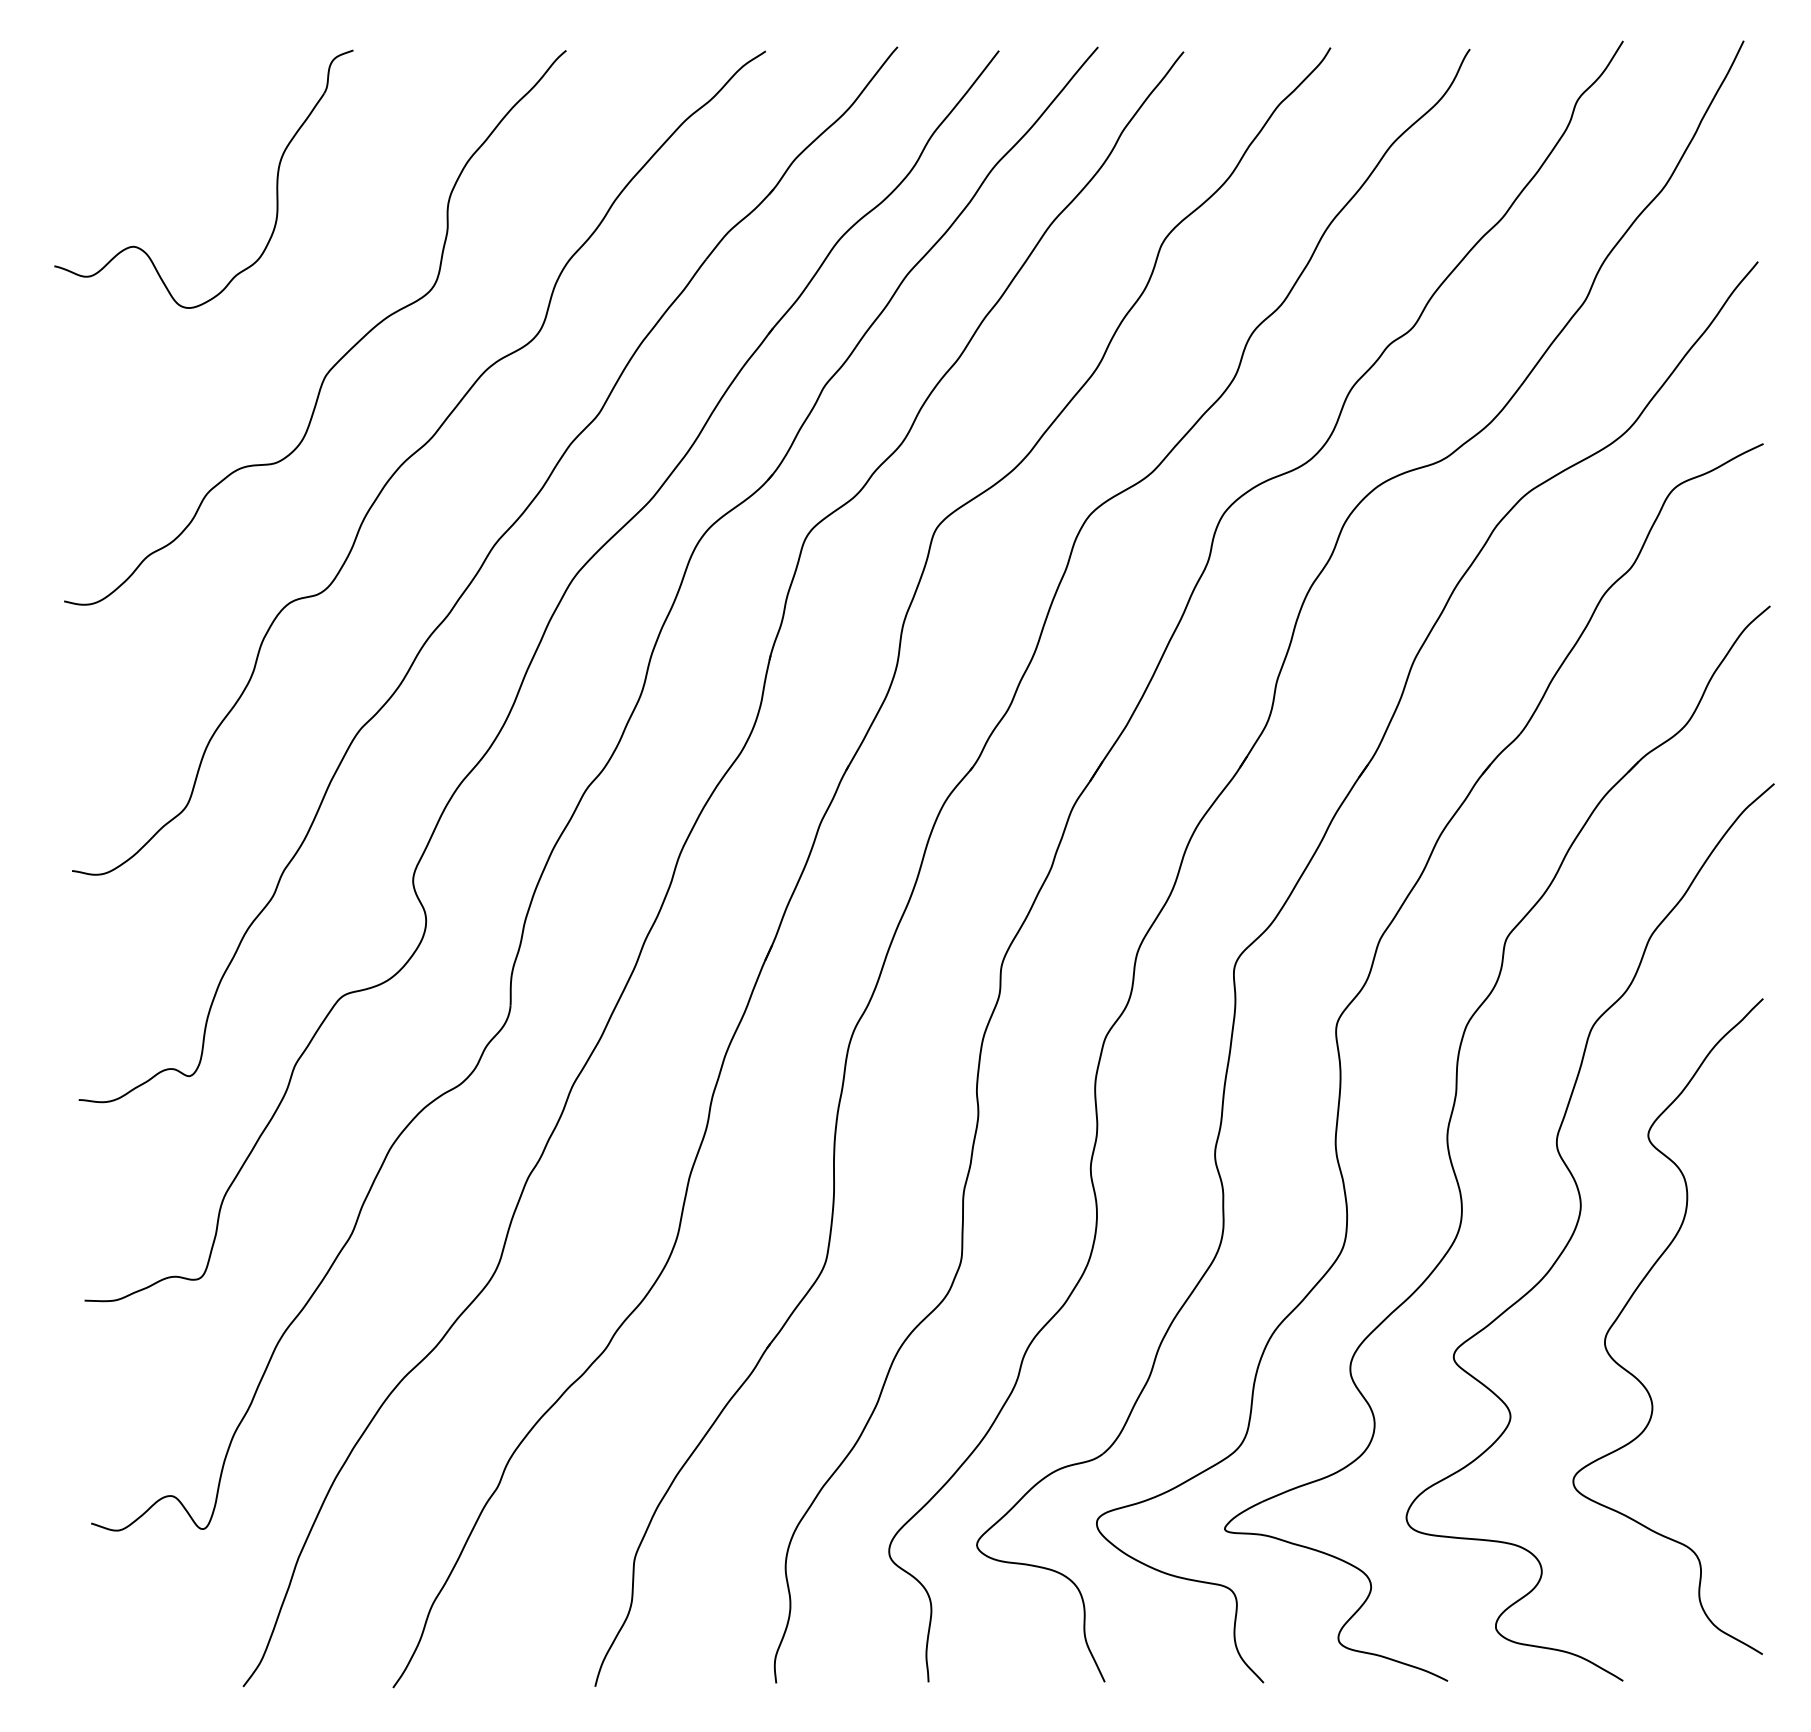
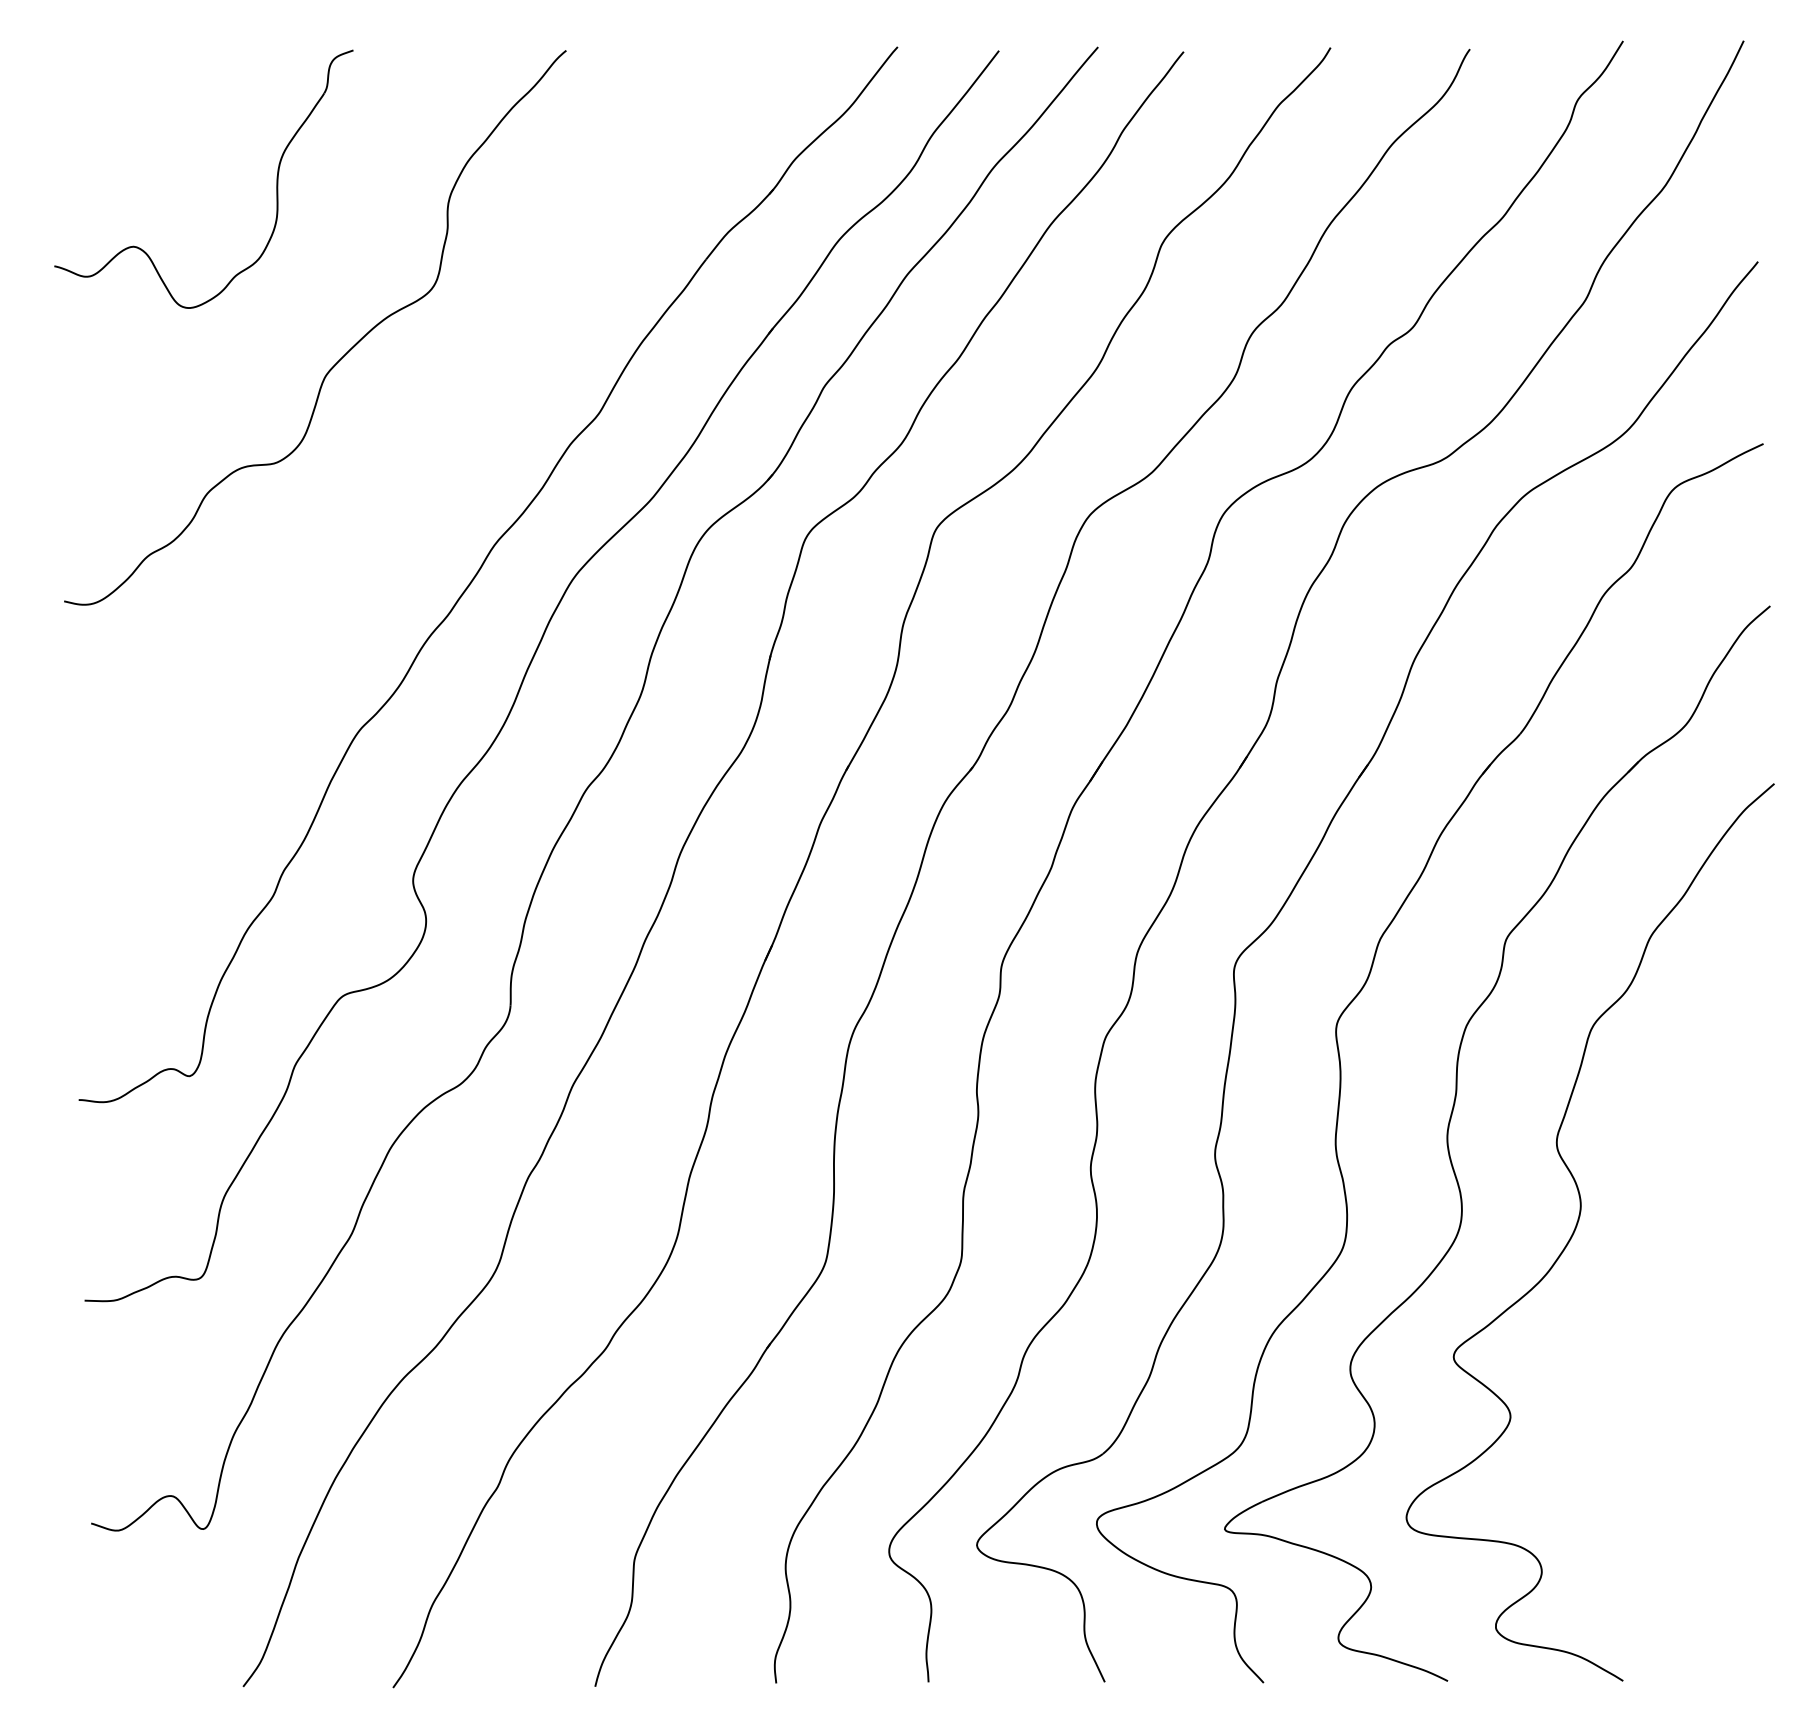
curve at (412, 456): present -> none
curve at (1629, 1301): present -> none
